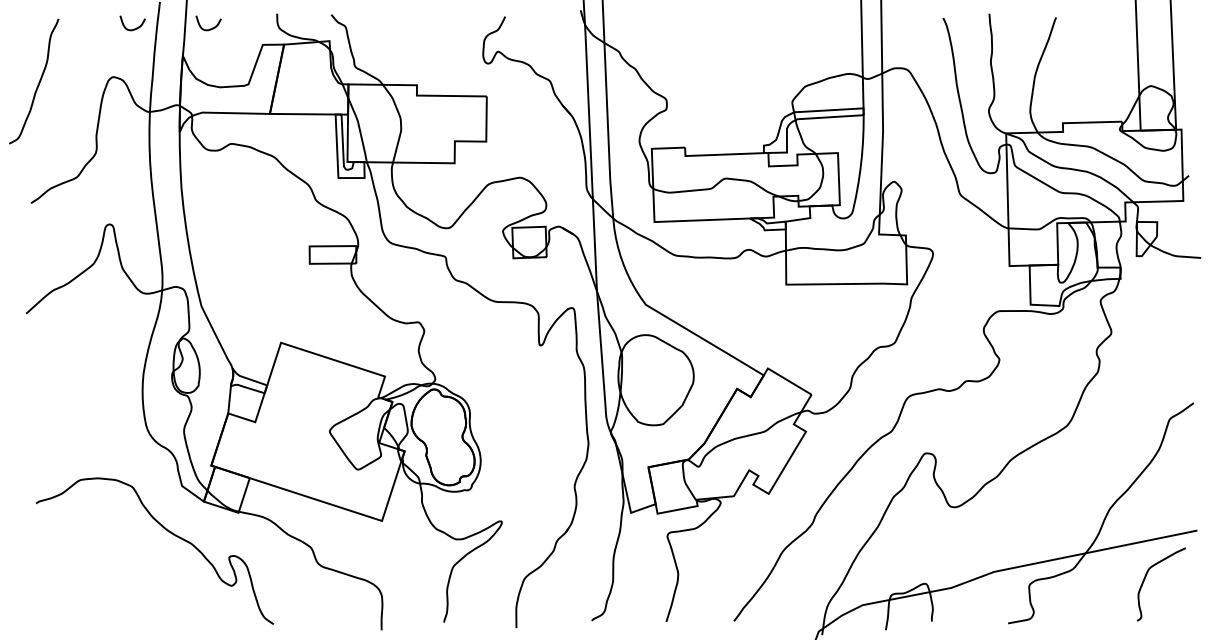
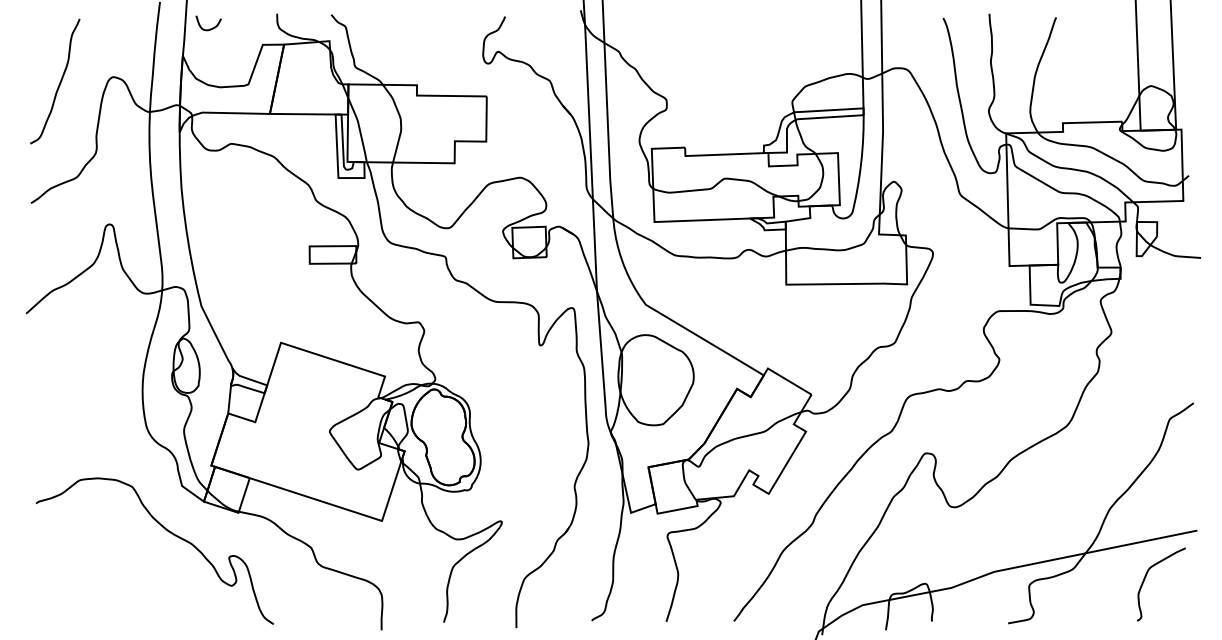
curve at (134, 28): present -> none
curve at (38, 82) position: (38, 82) -> (59, 82)
